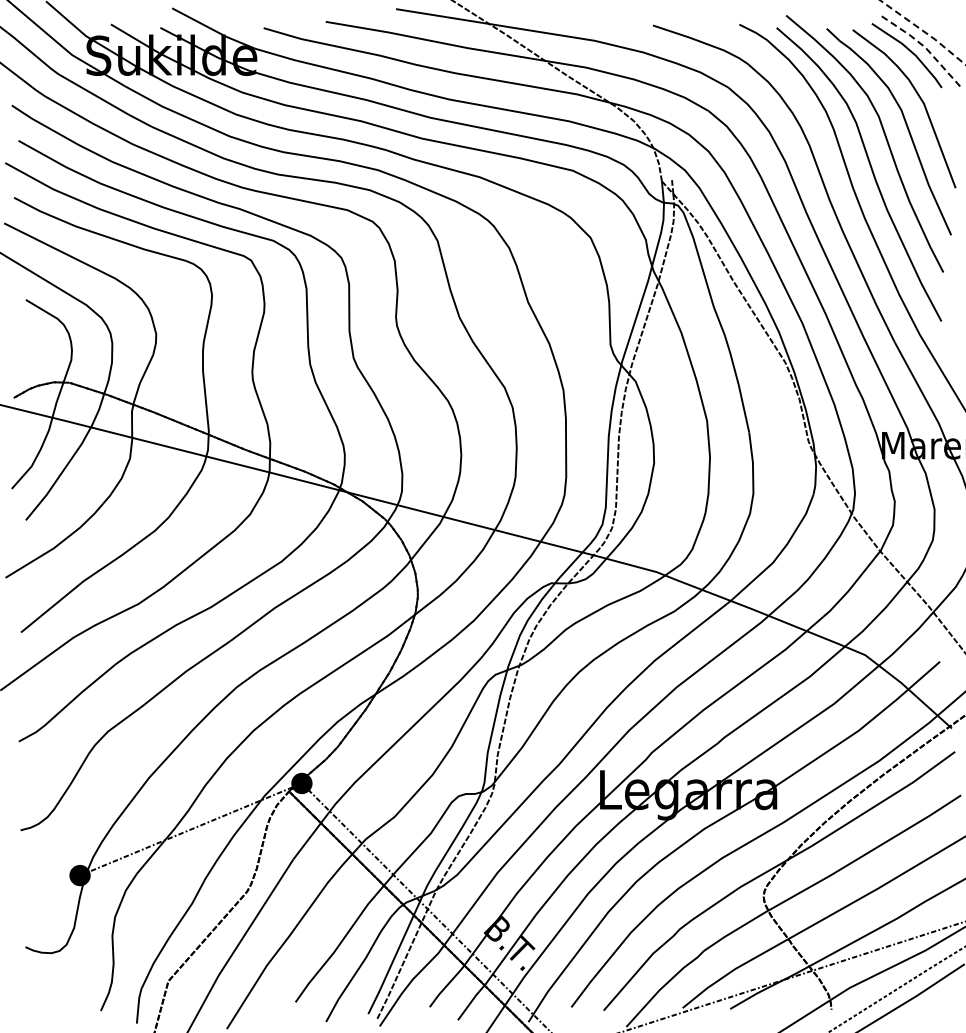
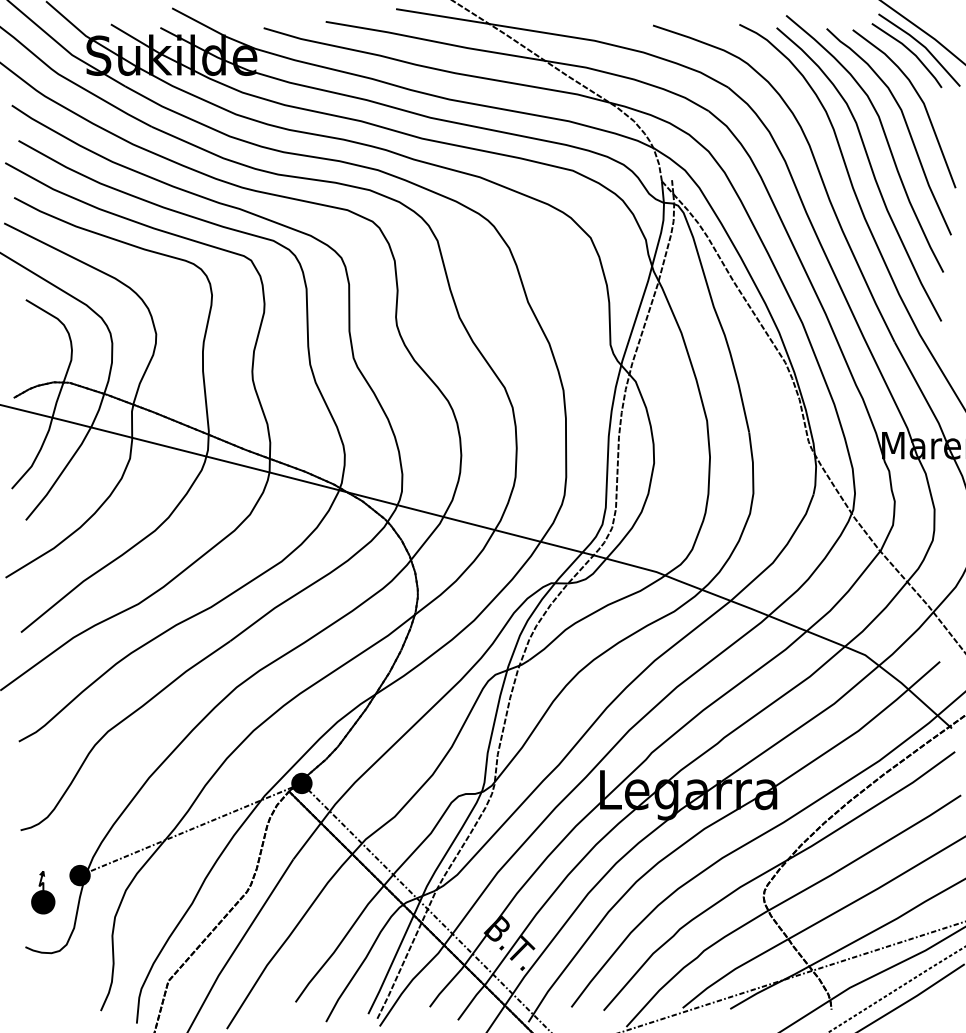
line at (923, 31): dashed -> solid
line at (923, 45): dashed -> solid
part at (43, 892): none -> present
